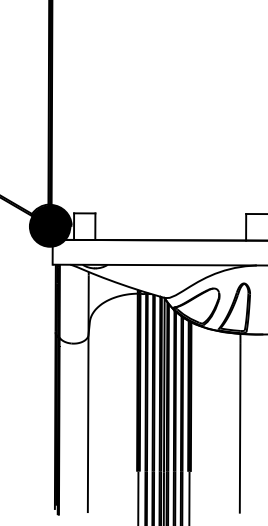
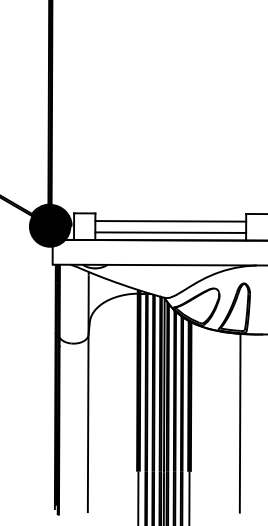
line at (170, 221): none -> present
line at (170, 232): none -> present
